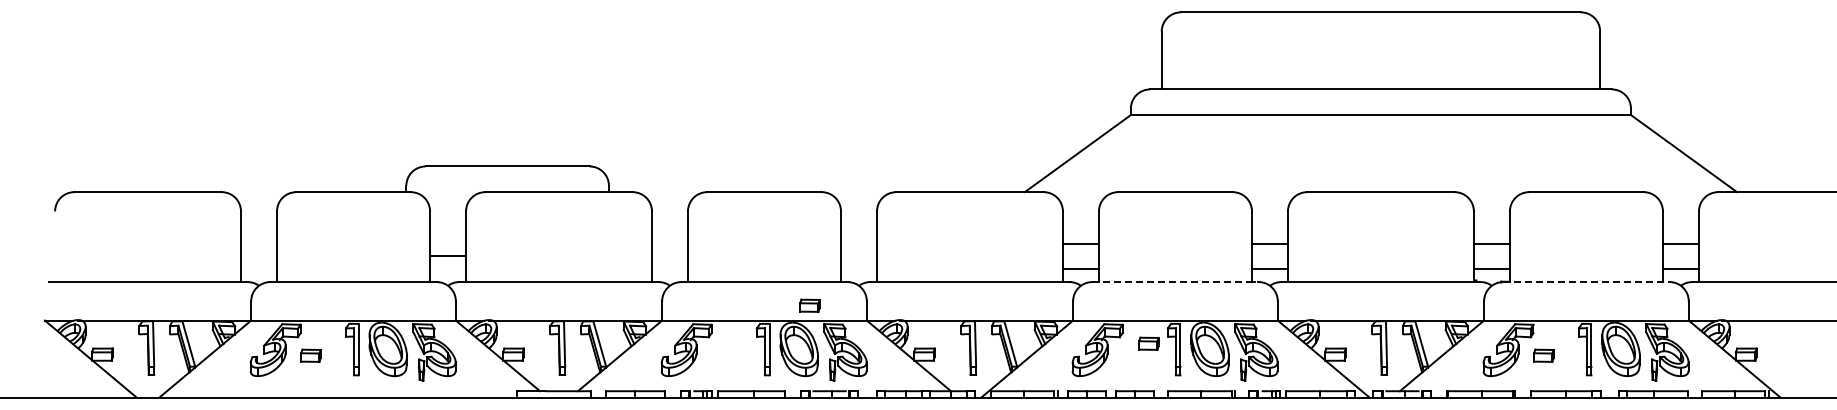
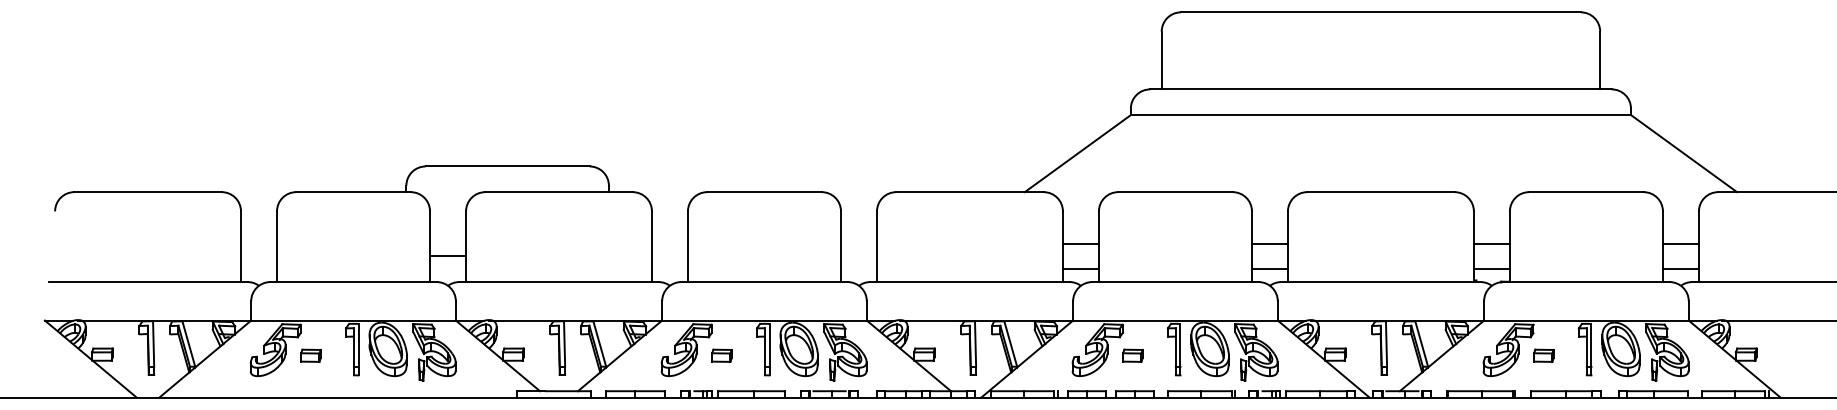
line at (1175, 282): dashed -> solid
line at (1586, 282): dashed -> solid
part at (809, 305) position: (809, 305) -> (721, 355)
part at (1148, 343) position: (1148, 343) -> (1132, 355)
